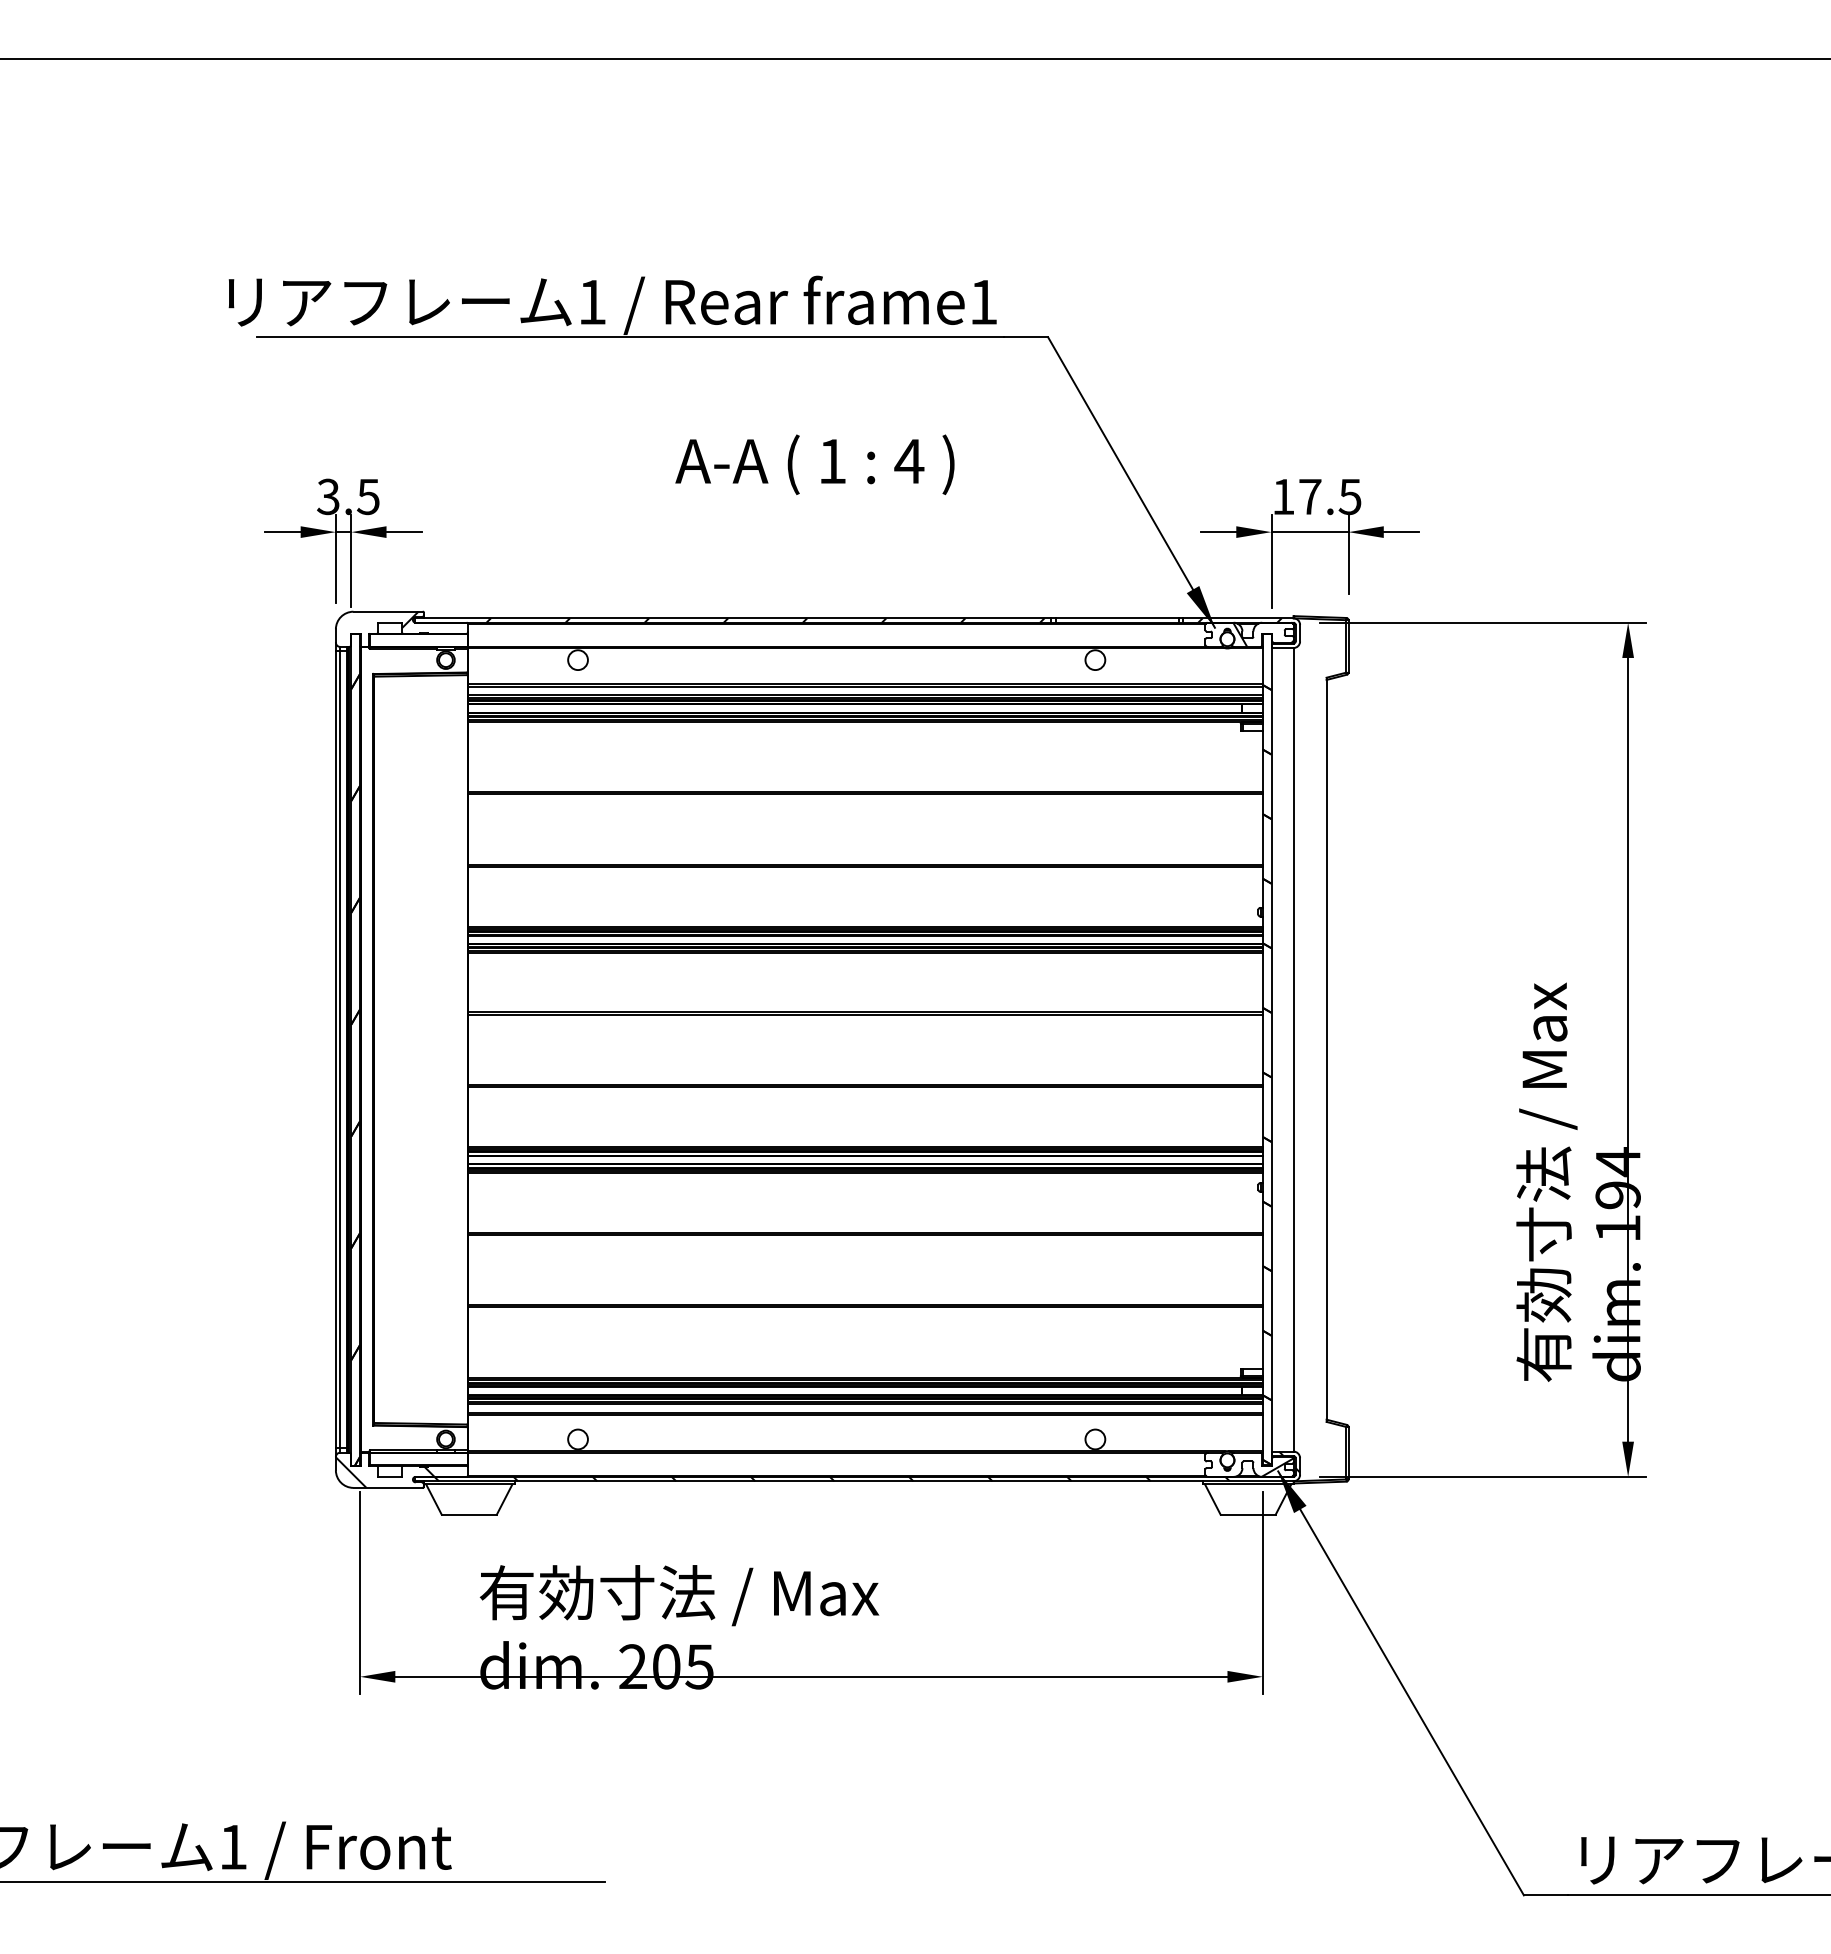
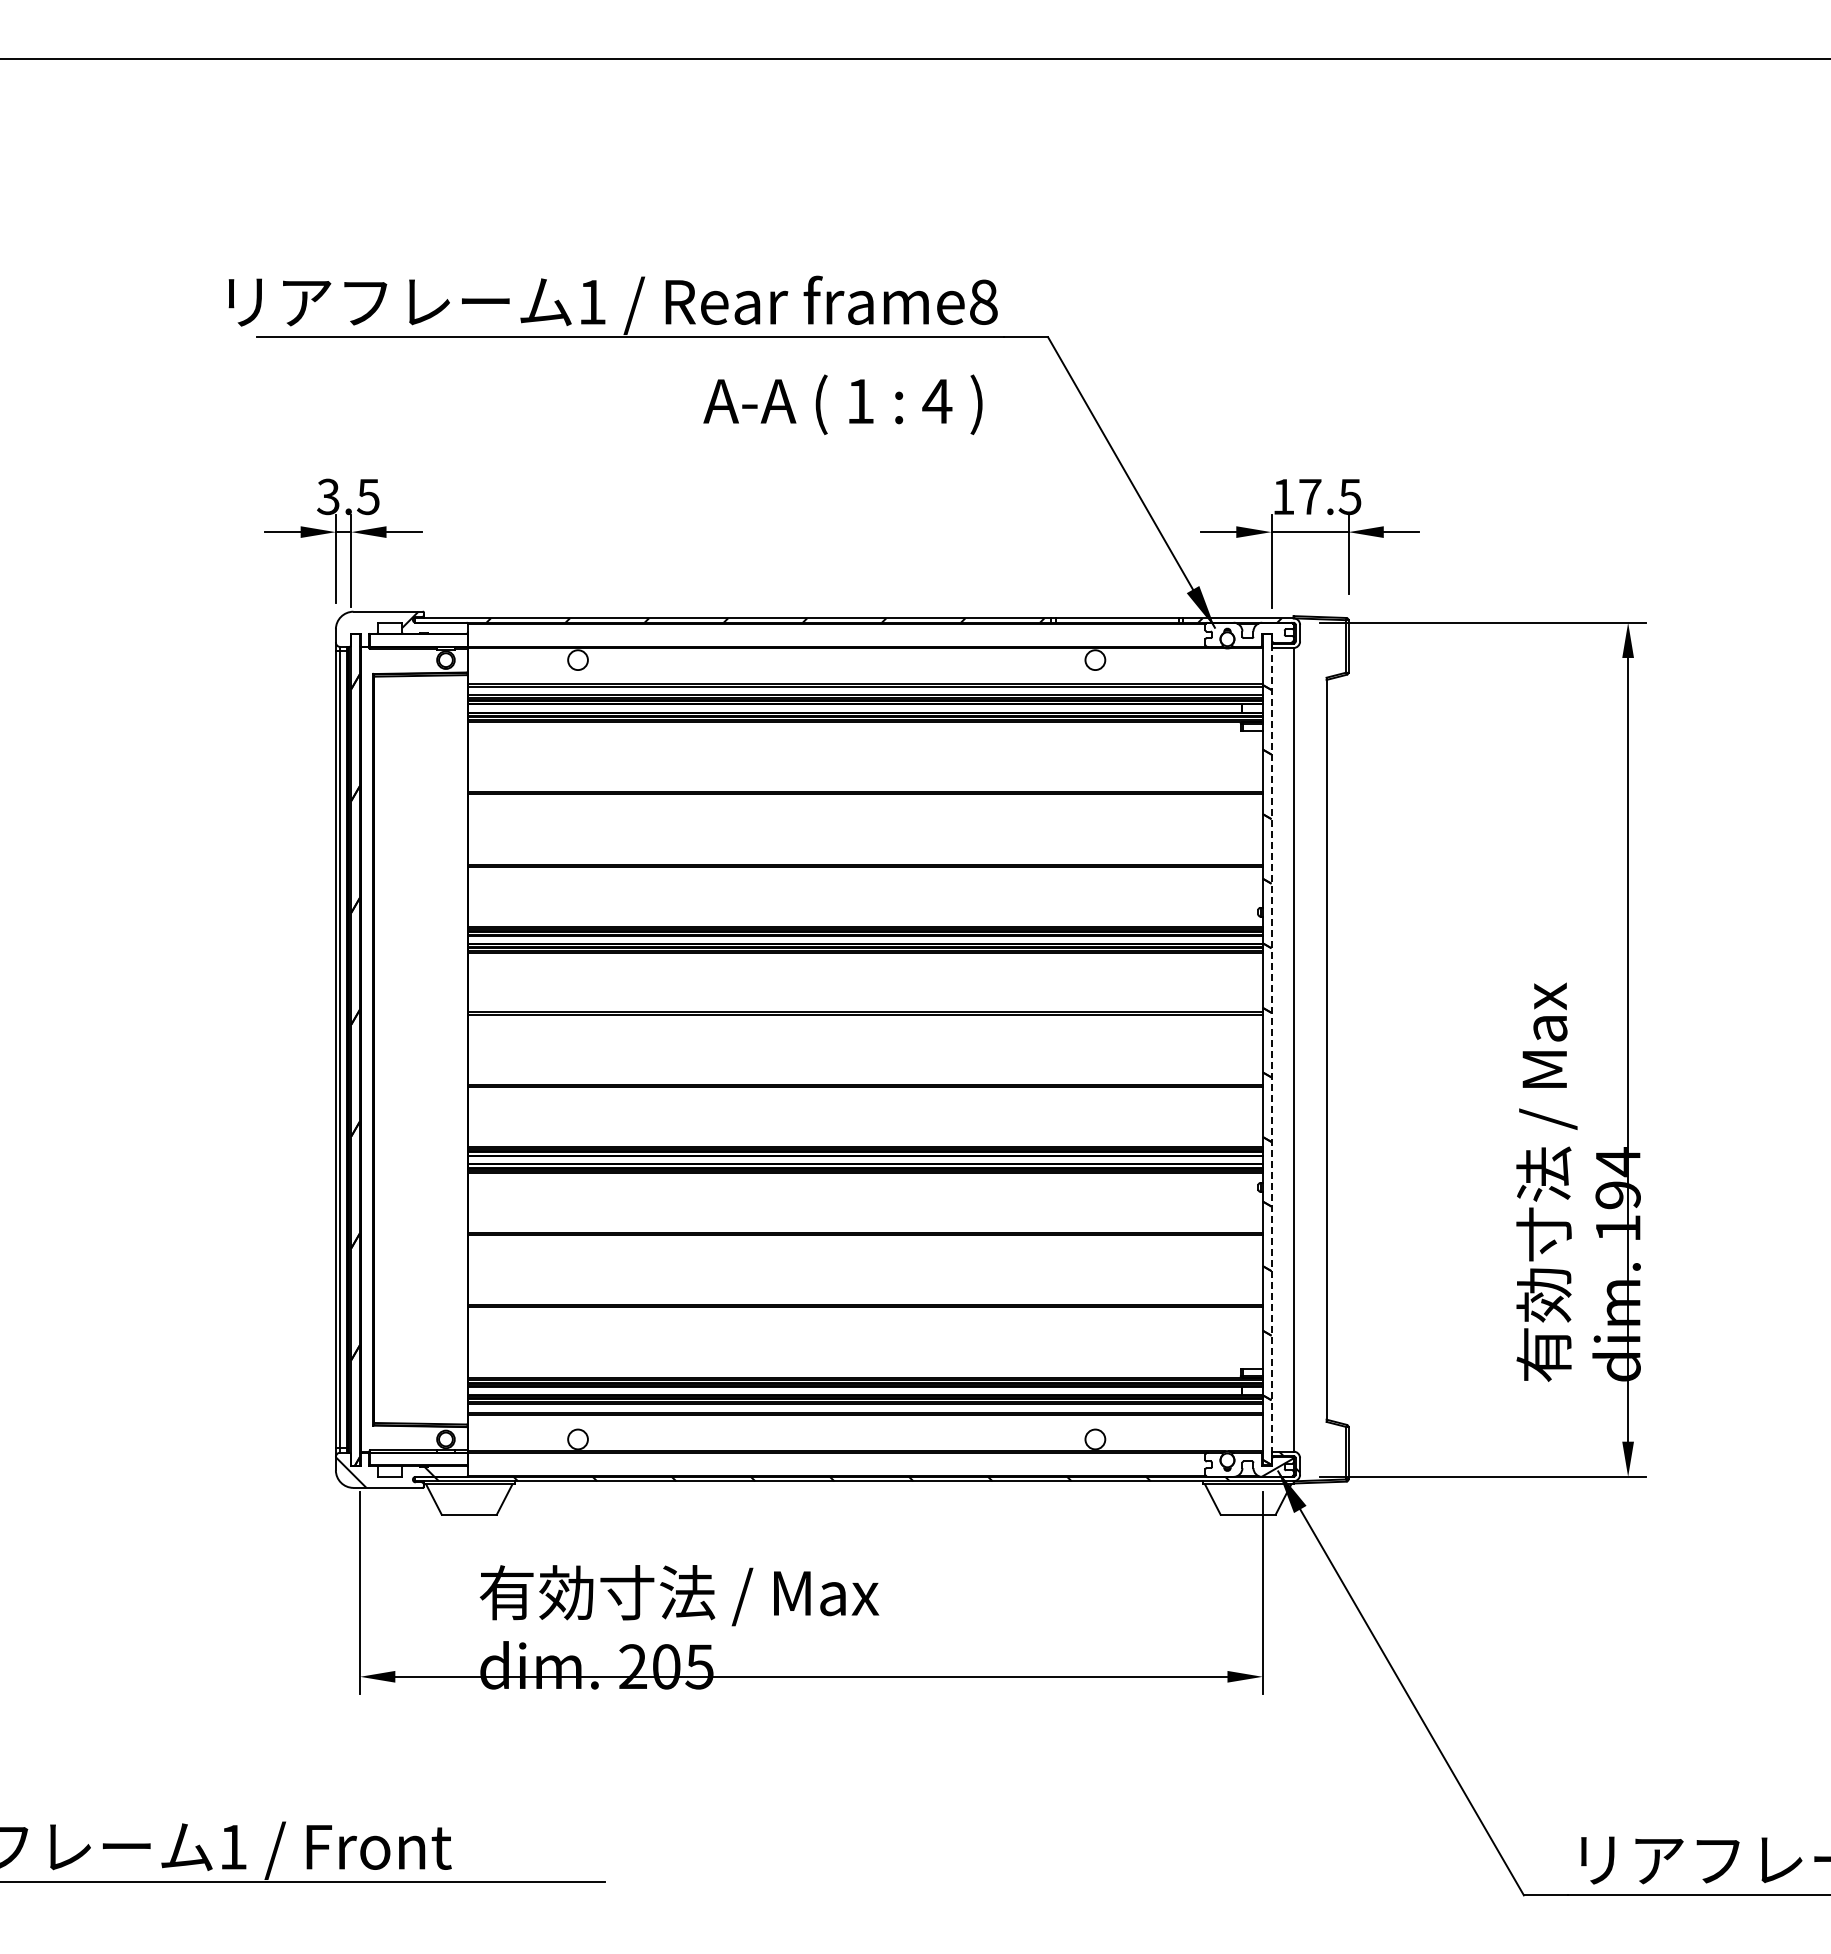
text at (983, 301): frame1 -> frame8
text at (814, 464) position: (814, 464) -> (842, 404)
hatch at (1240, 634): present -> none
line at (1271, 1049): solid -> dashed
